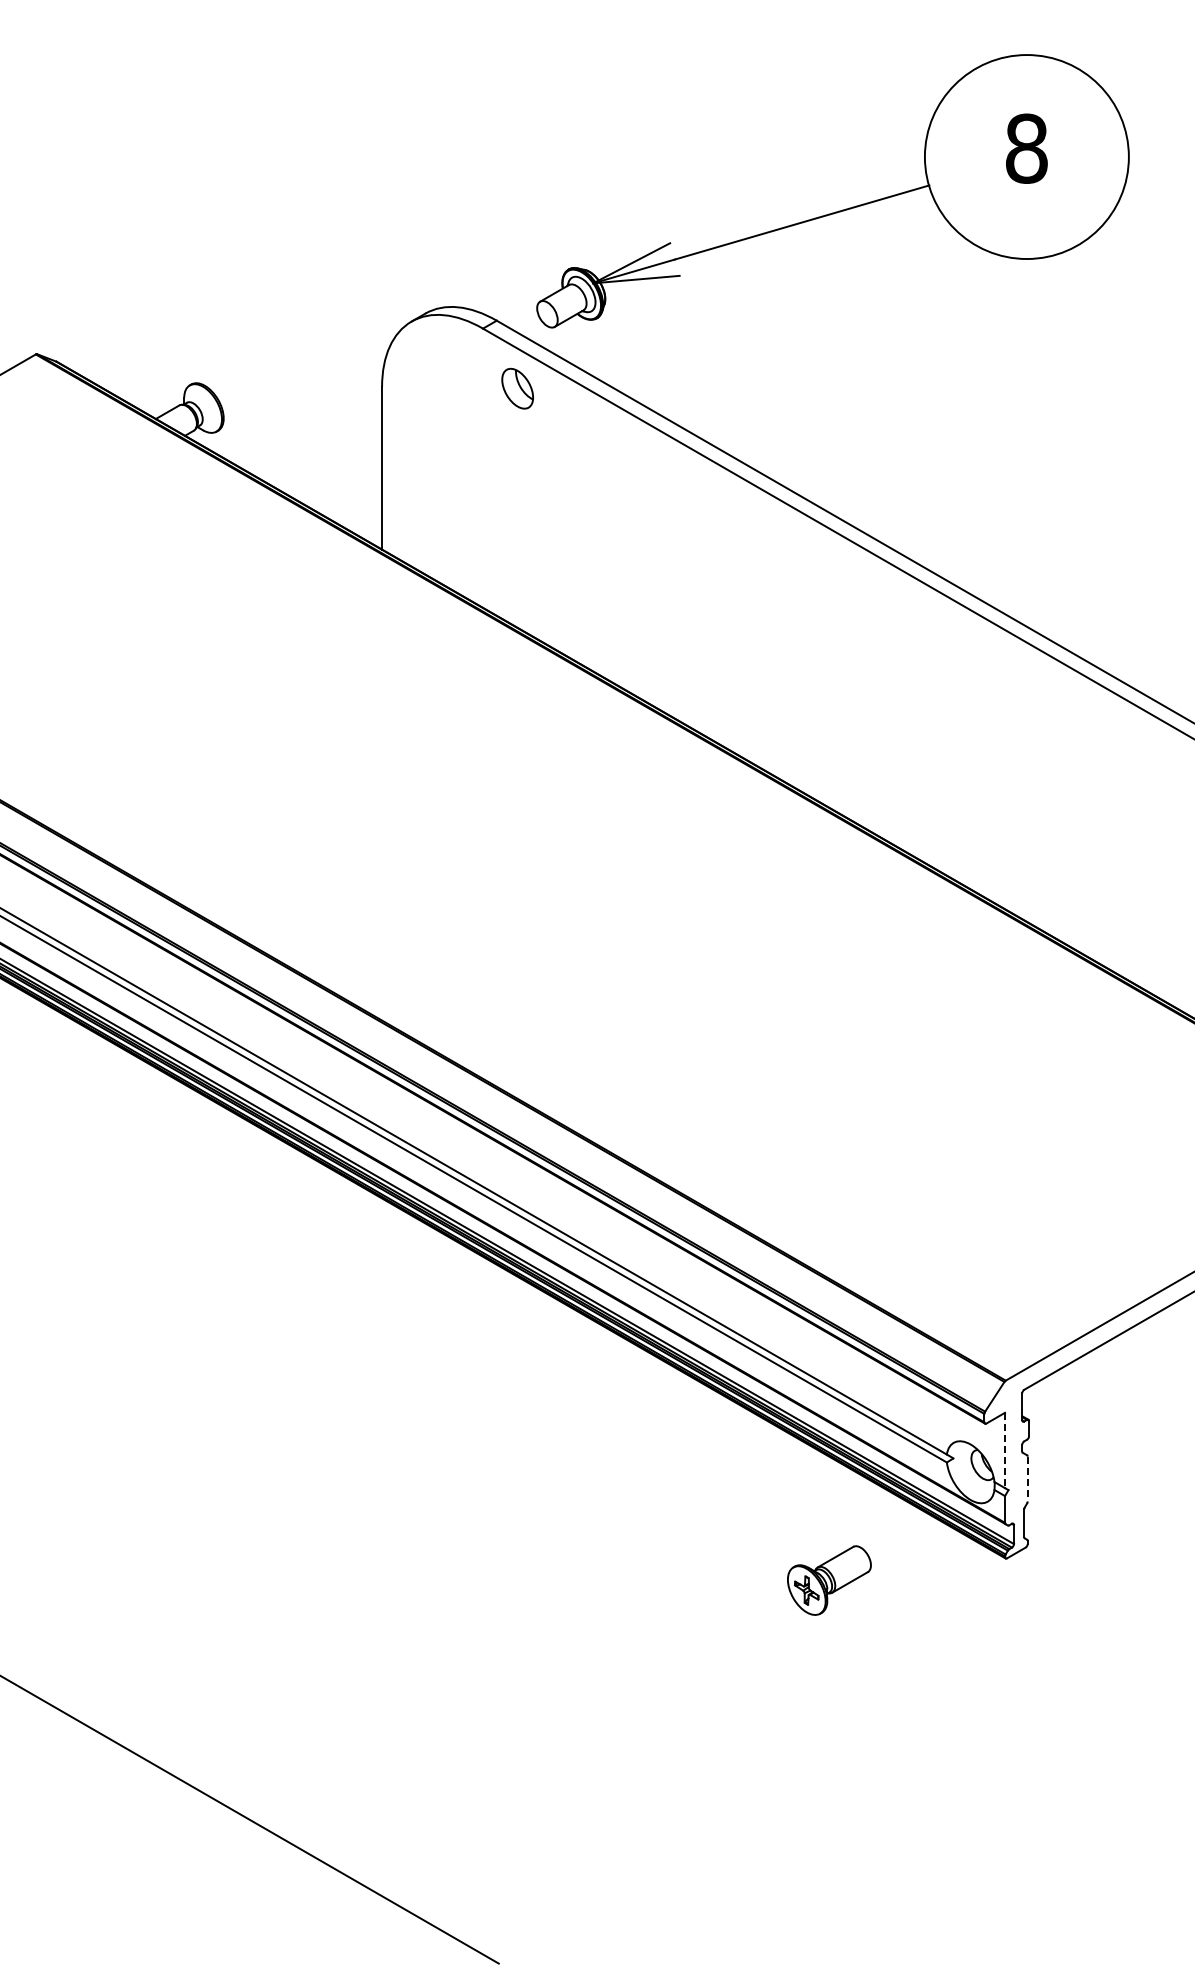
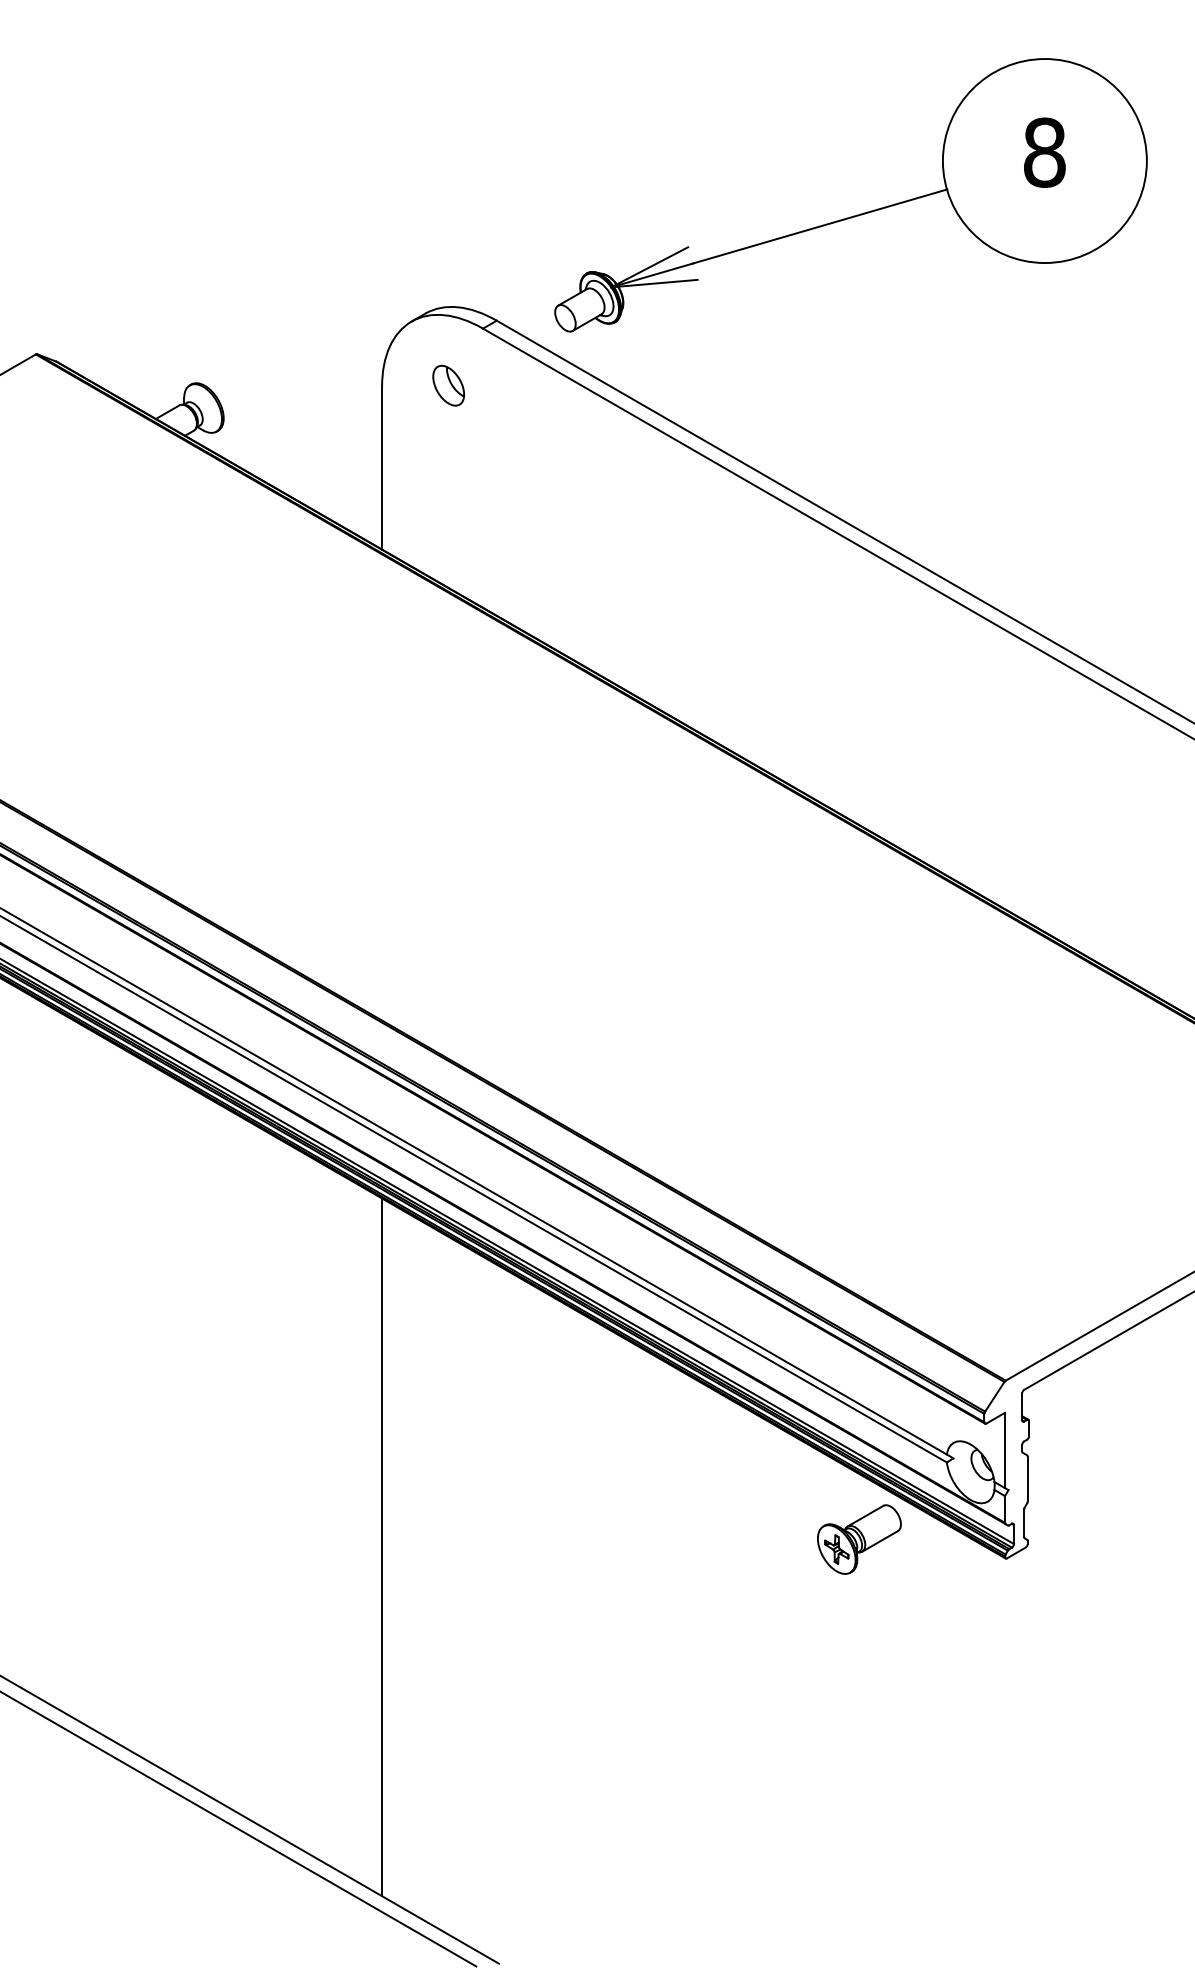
part at (835, 211) position: (835, 211) -> (853, 215)
part at (517, 388) position: (517, 388) -> (448, 385)
line at (1005, 1450): dashed -> solid
line at (1027, 1479): dashed -> solid
line at (382, 1547): none -> present
part at (829, 1580) position: (829, 1580) -> (859, 1539)
line at (237, 1828): none -> present
